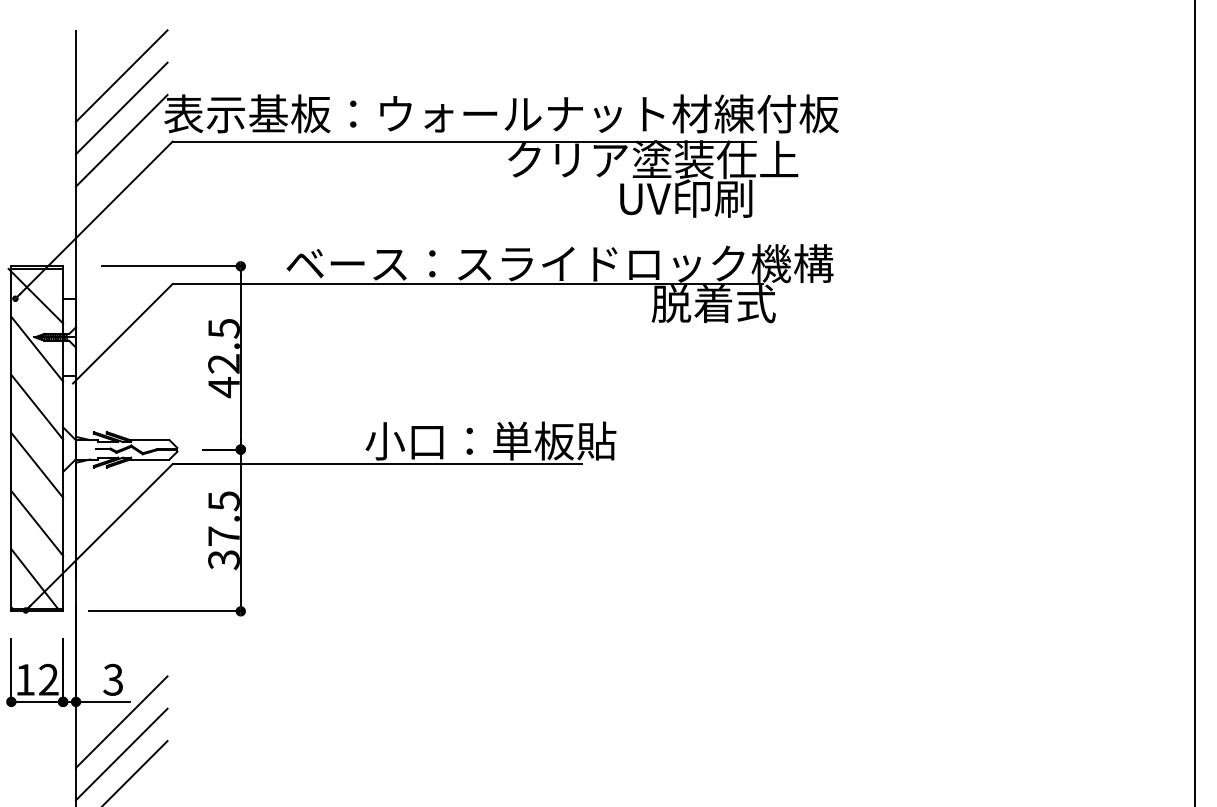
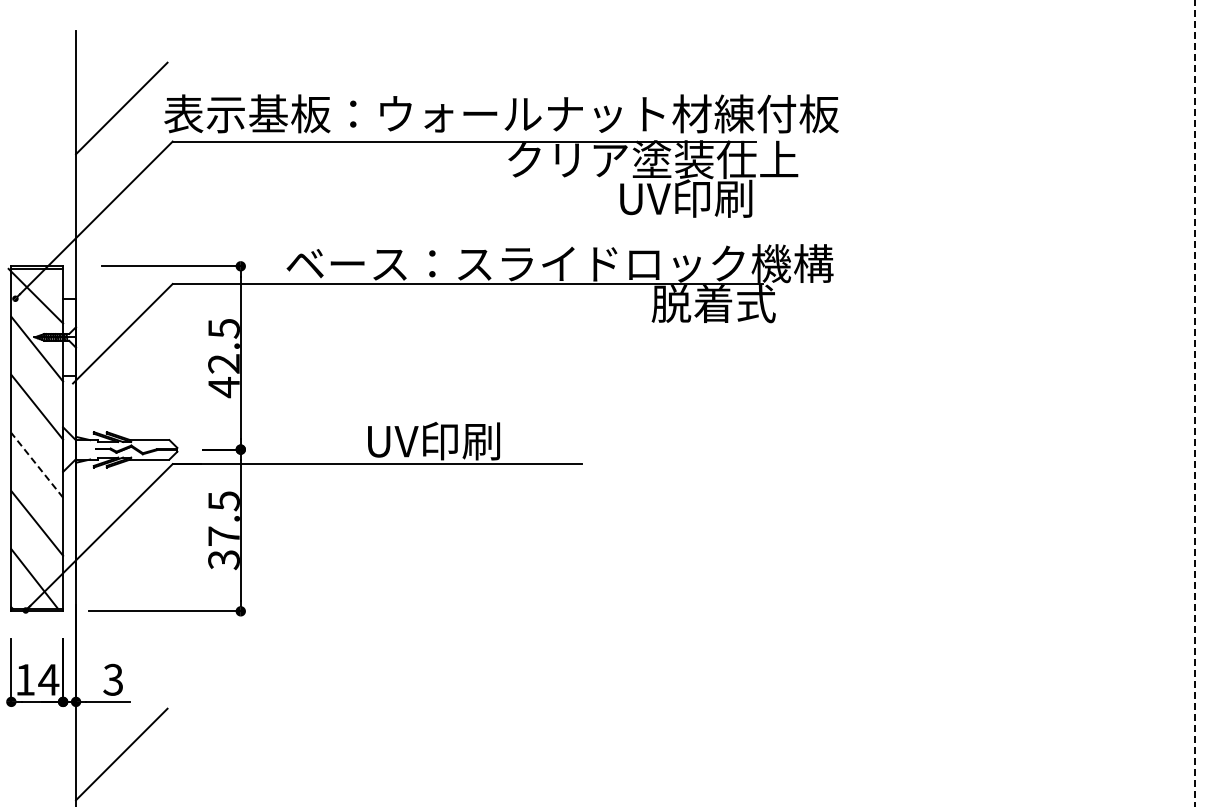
line at (121, 75): present -> none
line at (121, 140): present -> none
line at (1195, 403): solid -> dashed
text at (490, 440): 小口：単板貼 -> UV印刷
line at (36, 464): solid -> dashed
text at (48, 679): 12 -> 14
line at (121, 721): present -> none
line at (136, 772): present -> none
